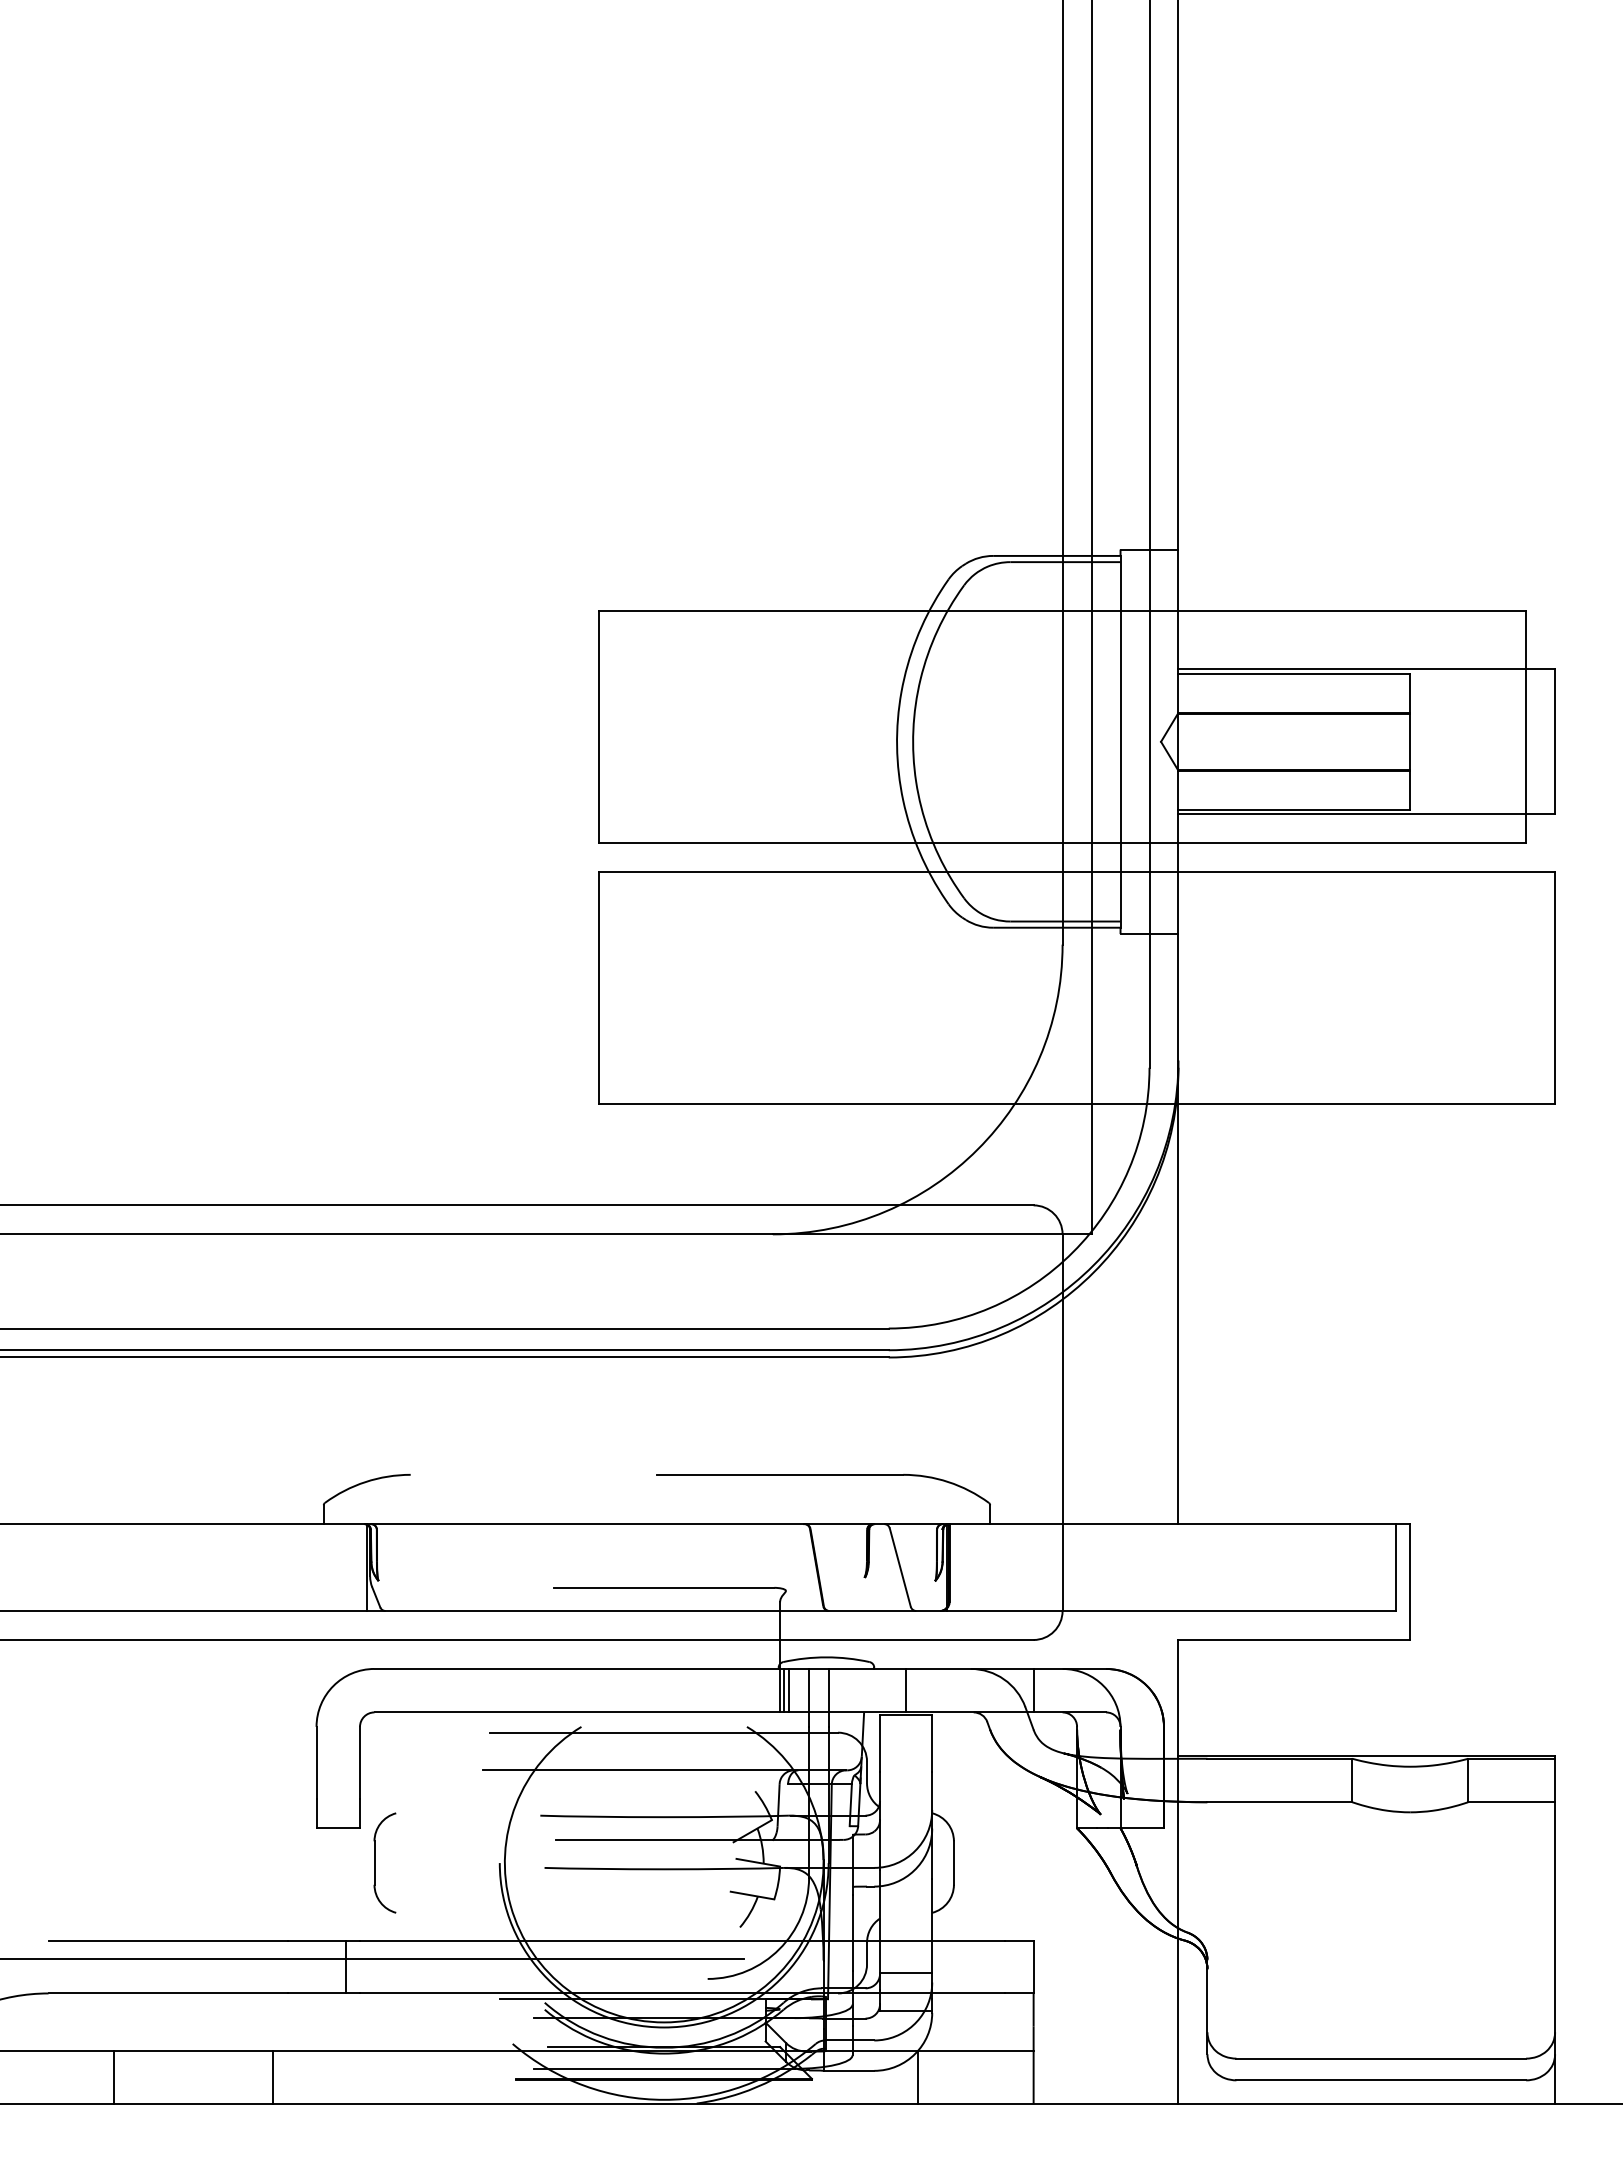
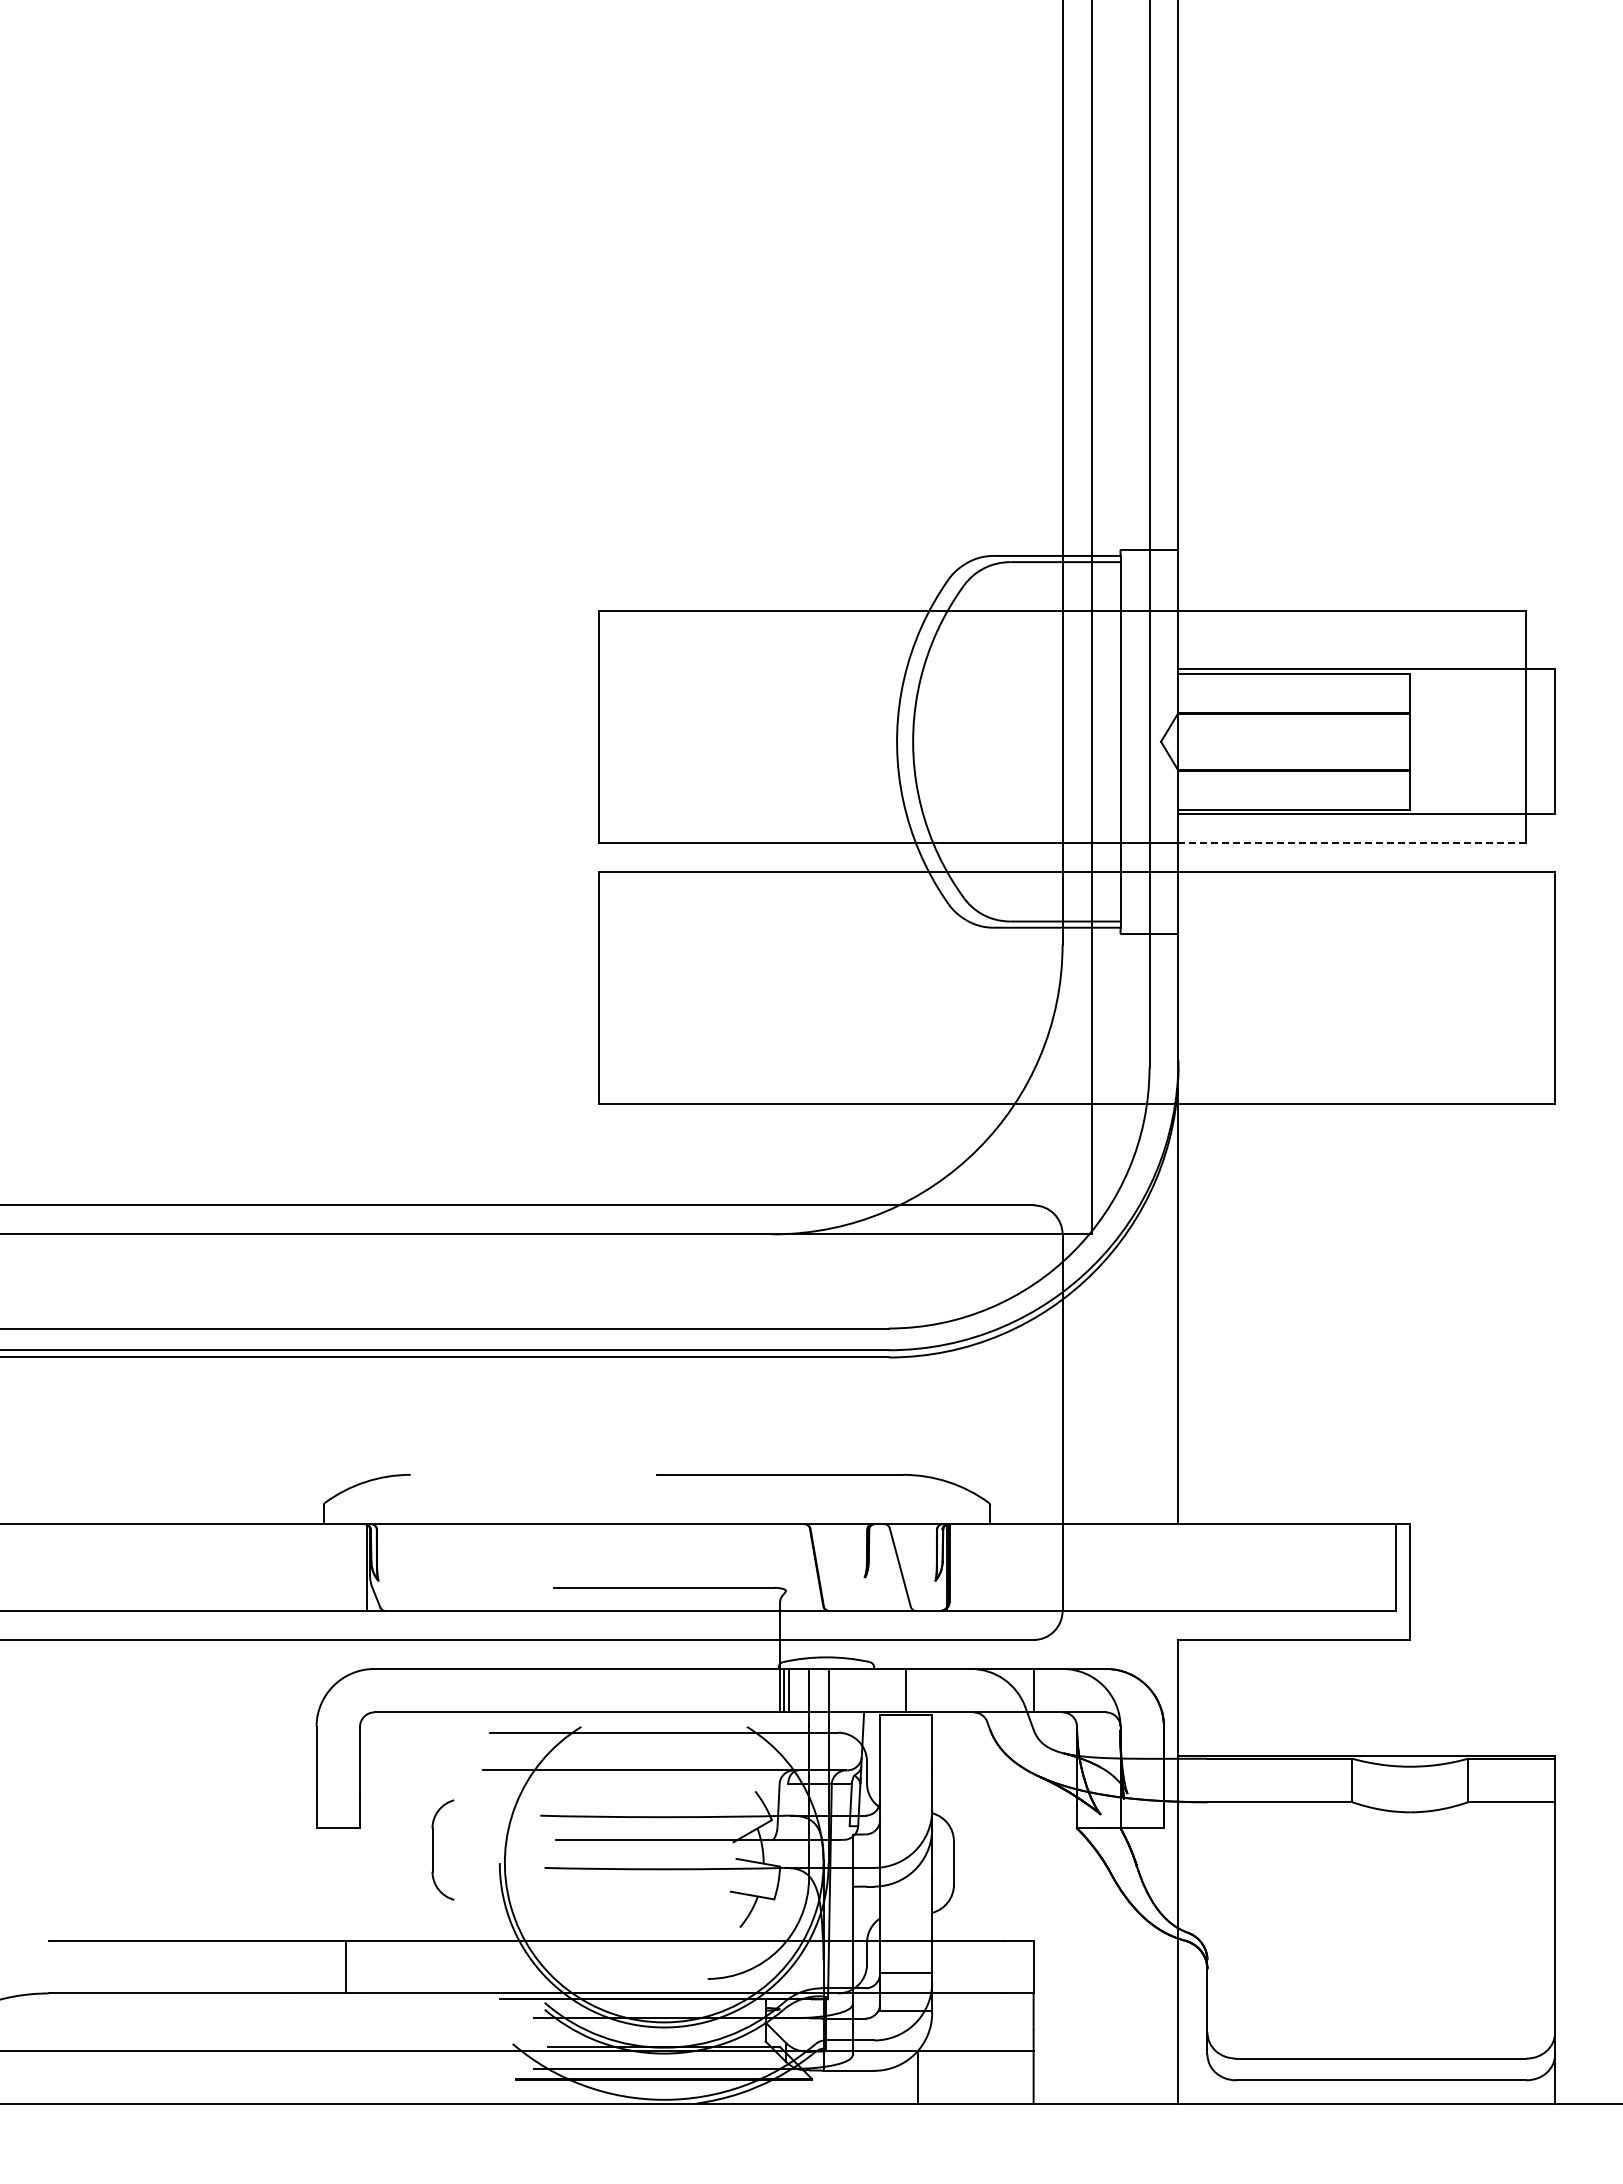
line at (1352, 843): solid -> dashed
part at (375, 1862) position: (375, 1862) -> (433, 1849)
line at (372, 1958): present -> none
line at (113, 2077): present -> none
line at (273, 2077): present -> none
